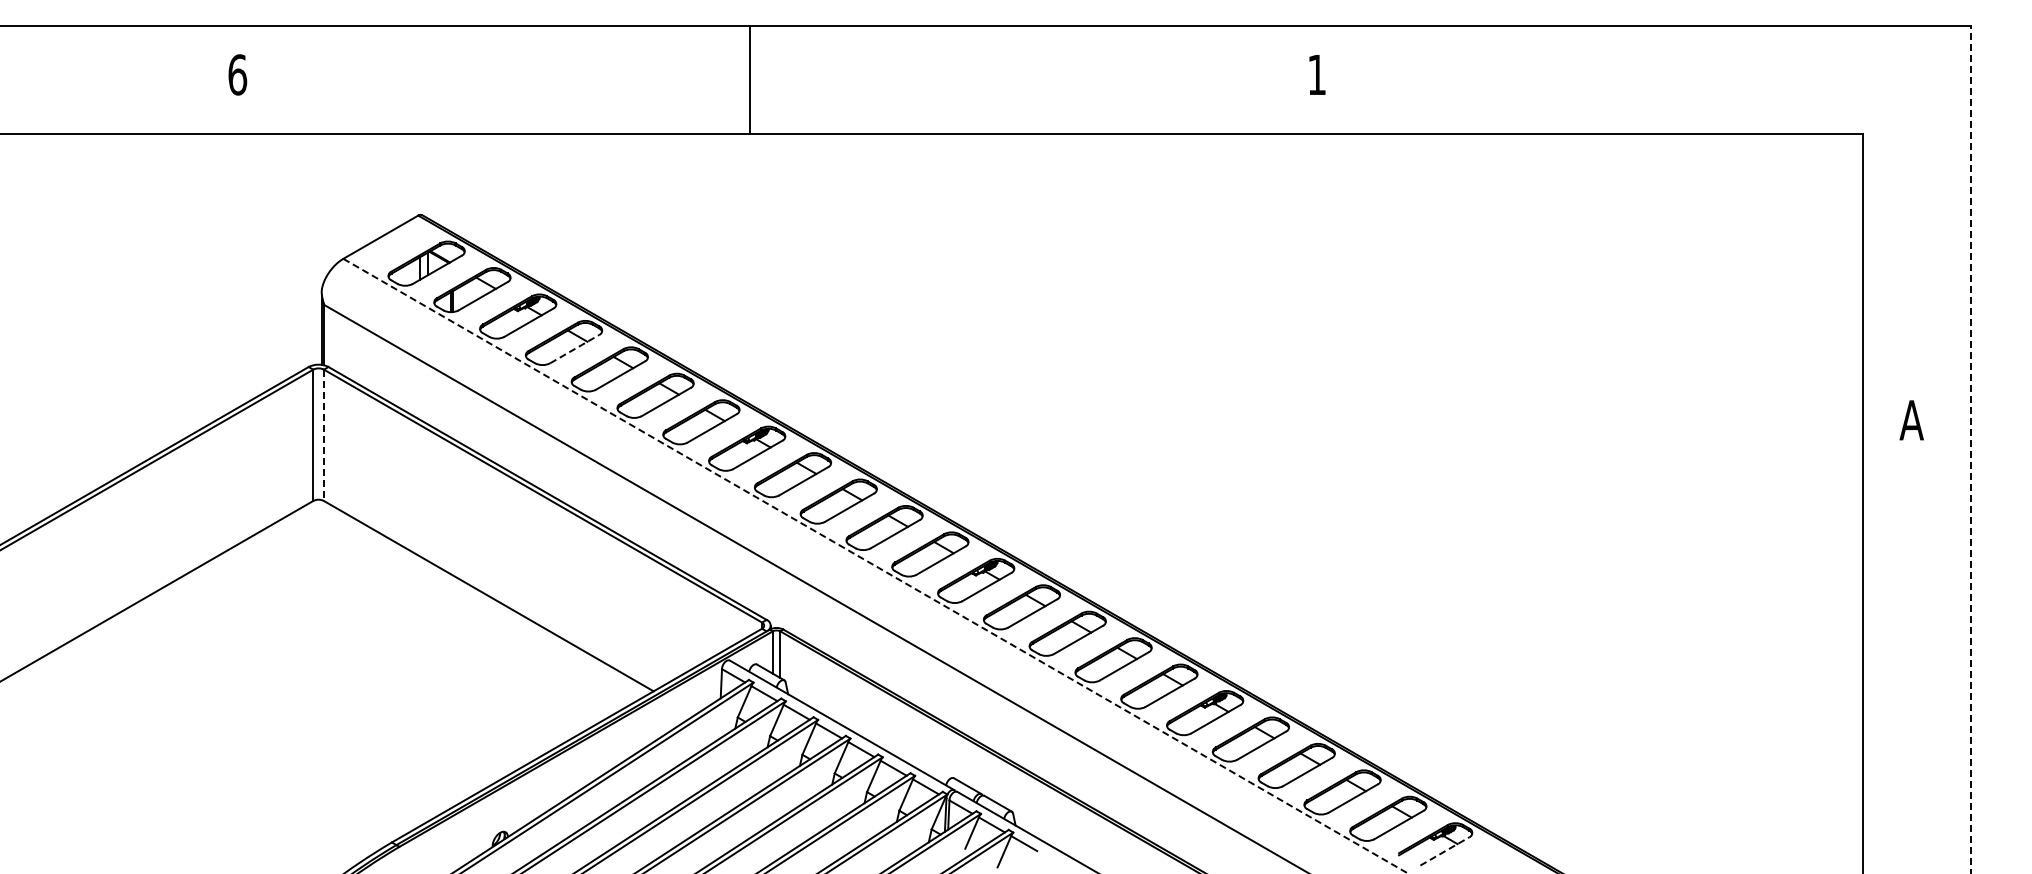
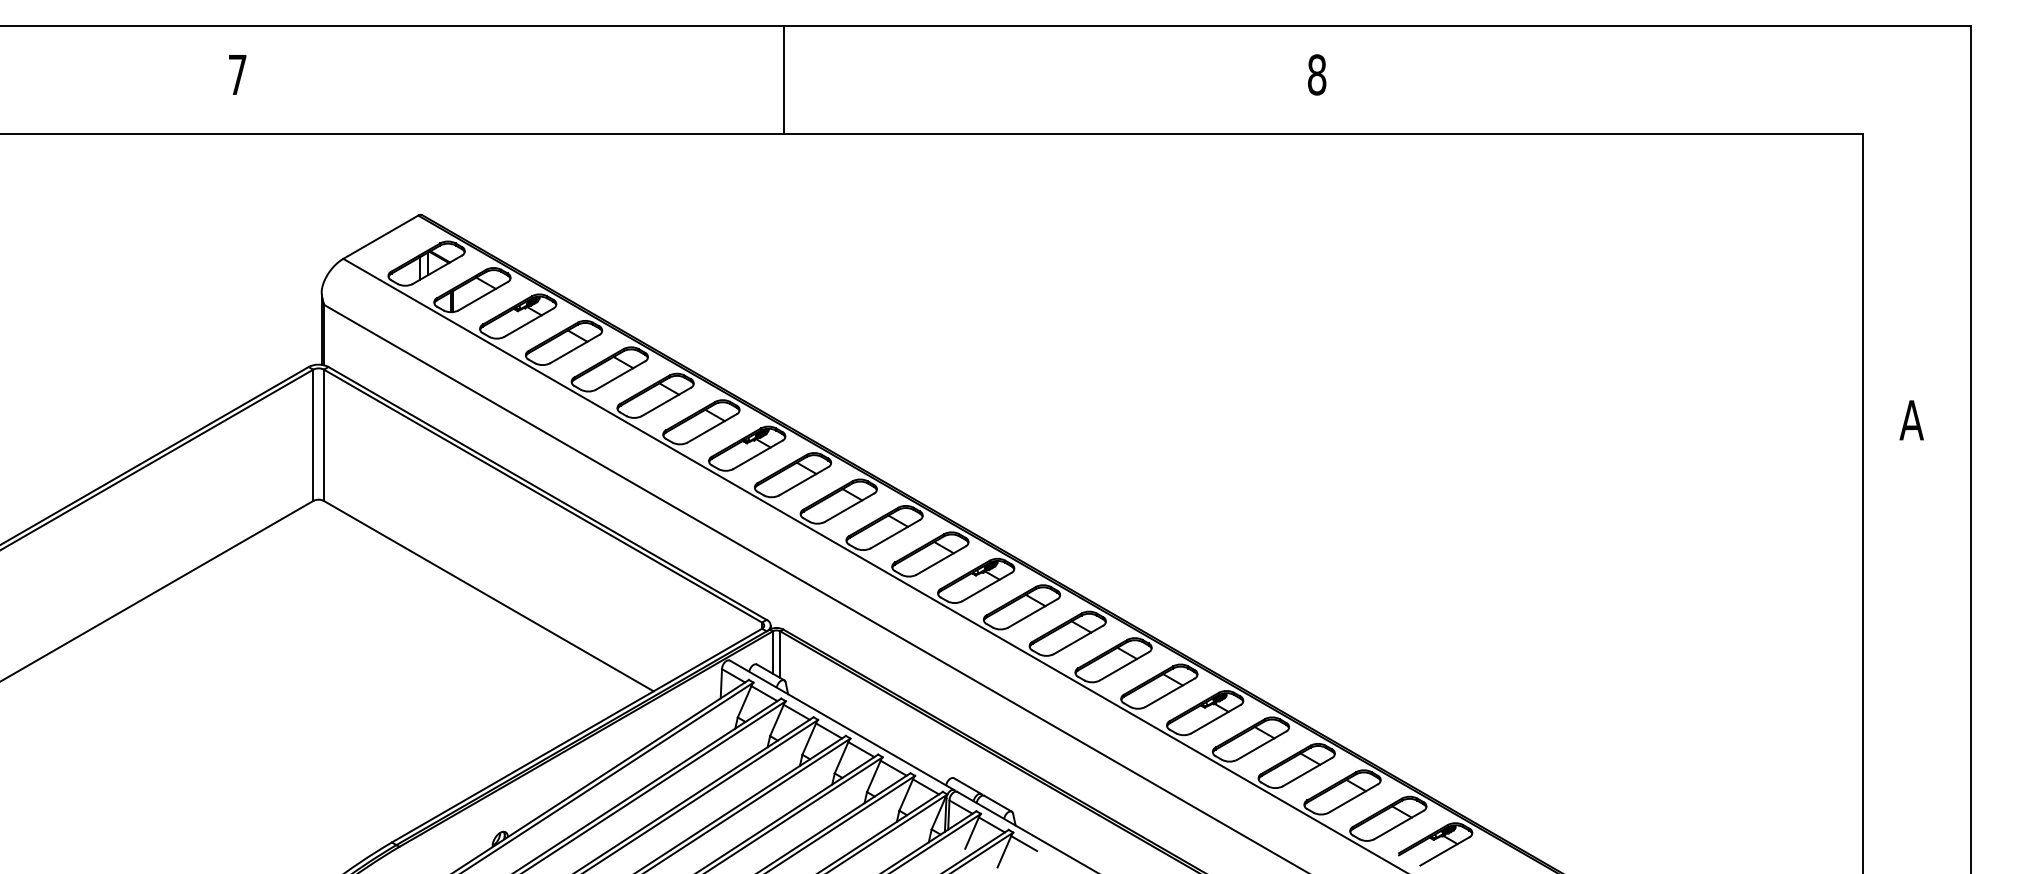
text at (237, 74): 6 -> 7
text at (1317, 74): 1 -> 8
line at (749, 80) position: (749, 80) -> (783, 80)
line at (575, 348): dashed -> solid
line at (323, 435): dashed -> solid
line at (1971, 449): dashed -> solid
line at (875, 566): dashed -> solid
line at (1445, 851): dashed -> solid
